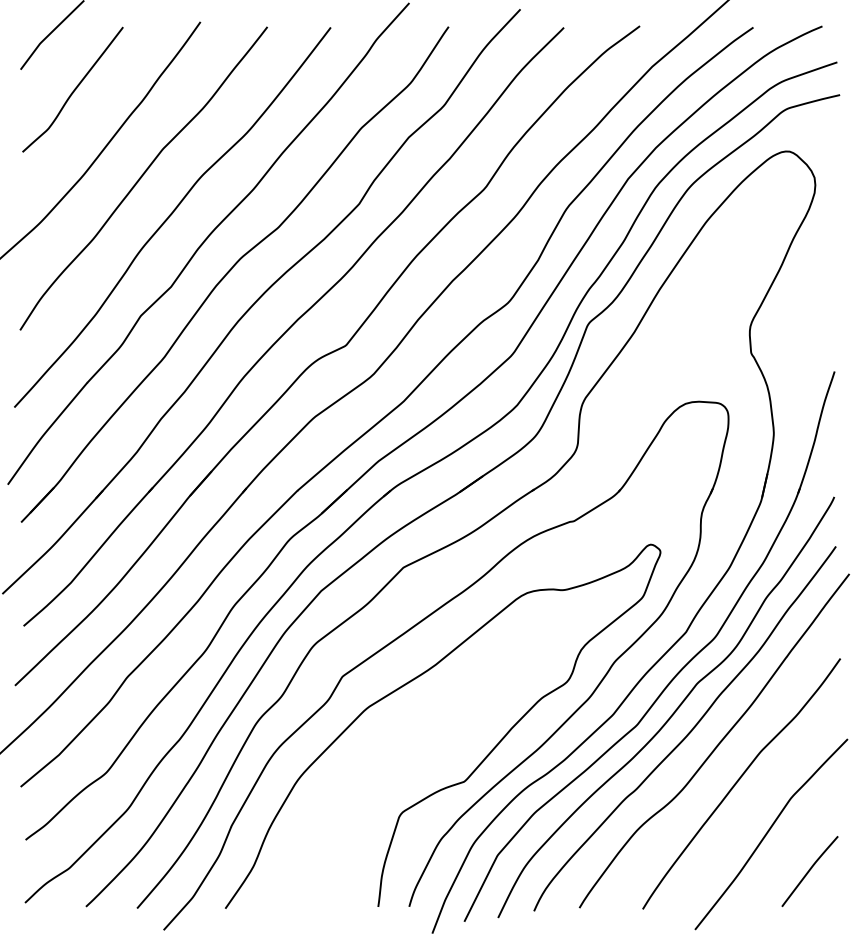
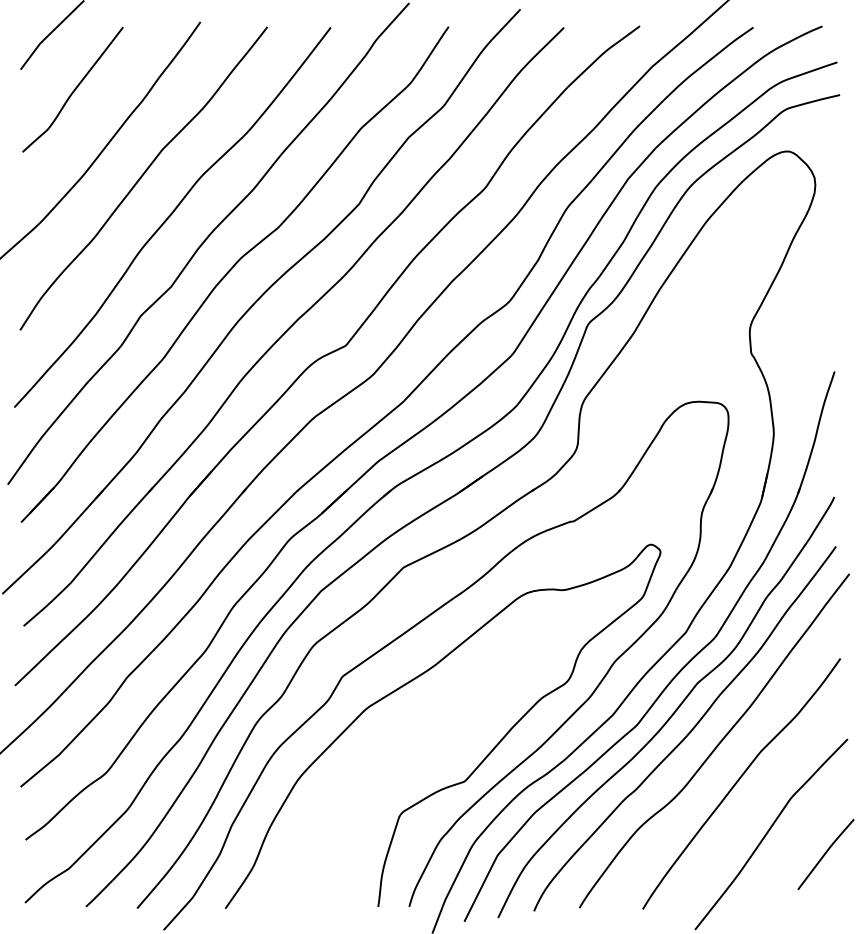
curve at (809, 871) position: (809, 871) -> (825, 854)
